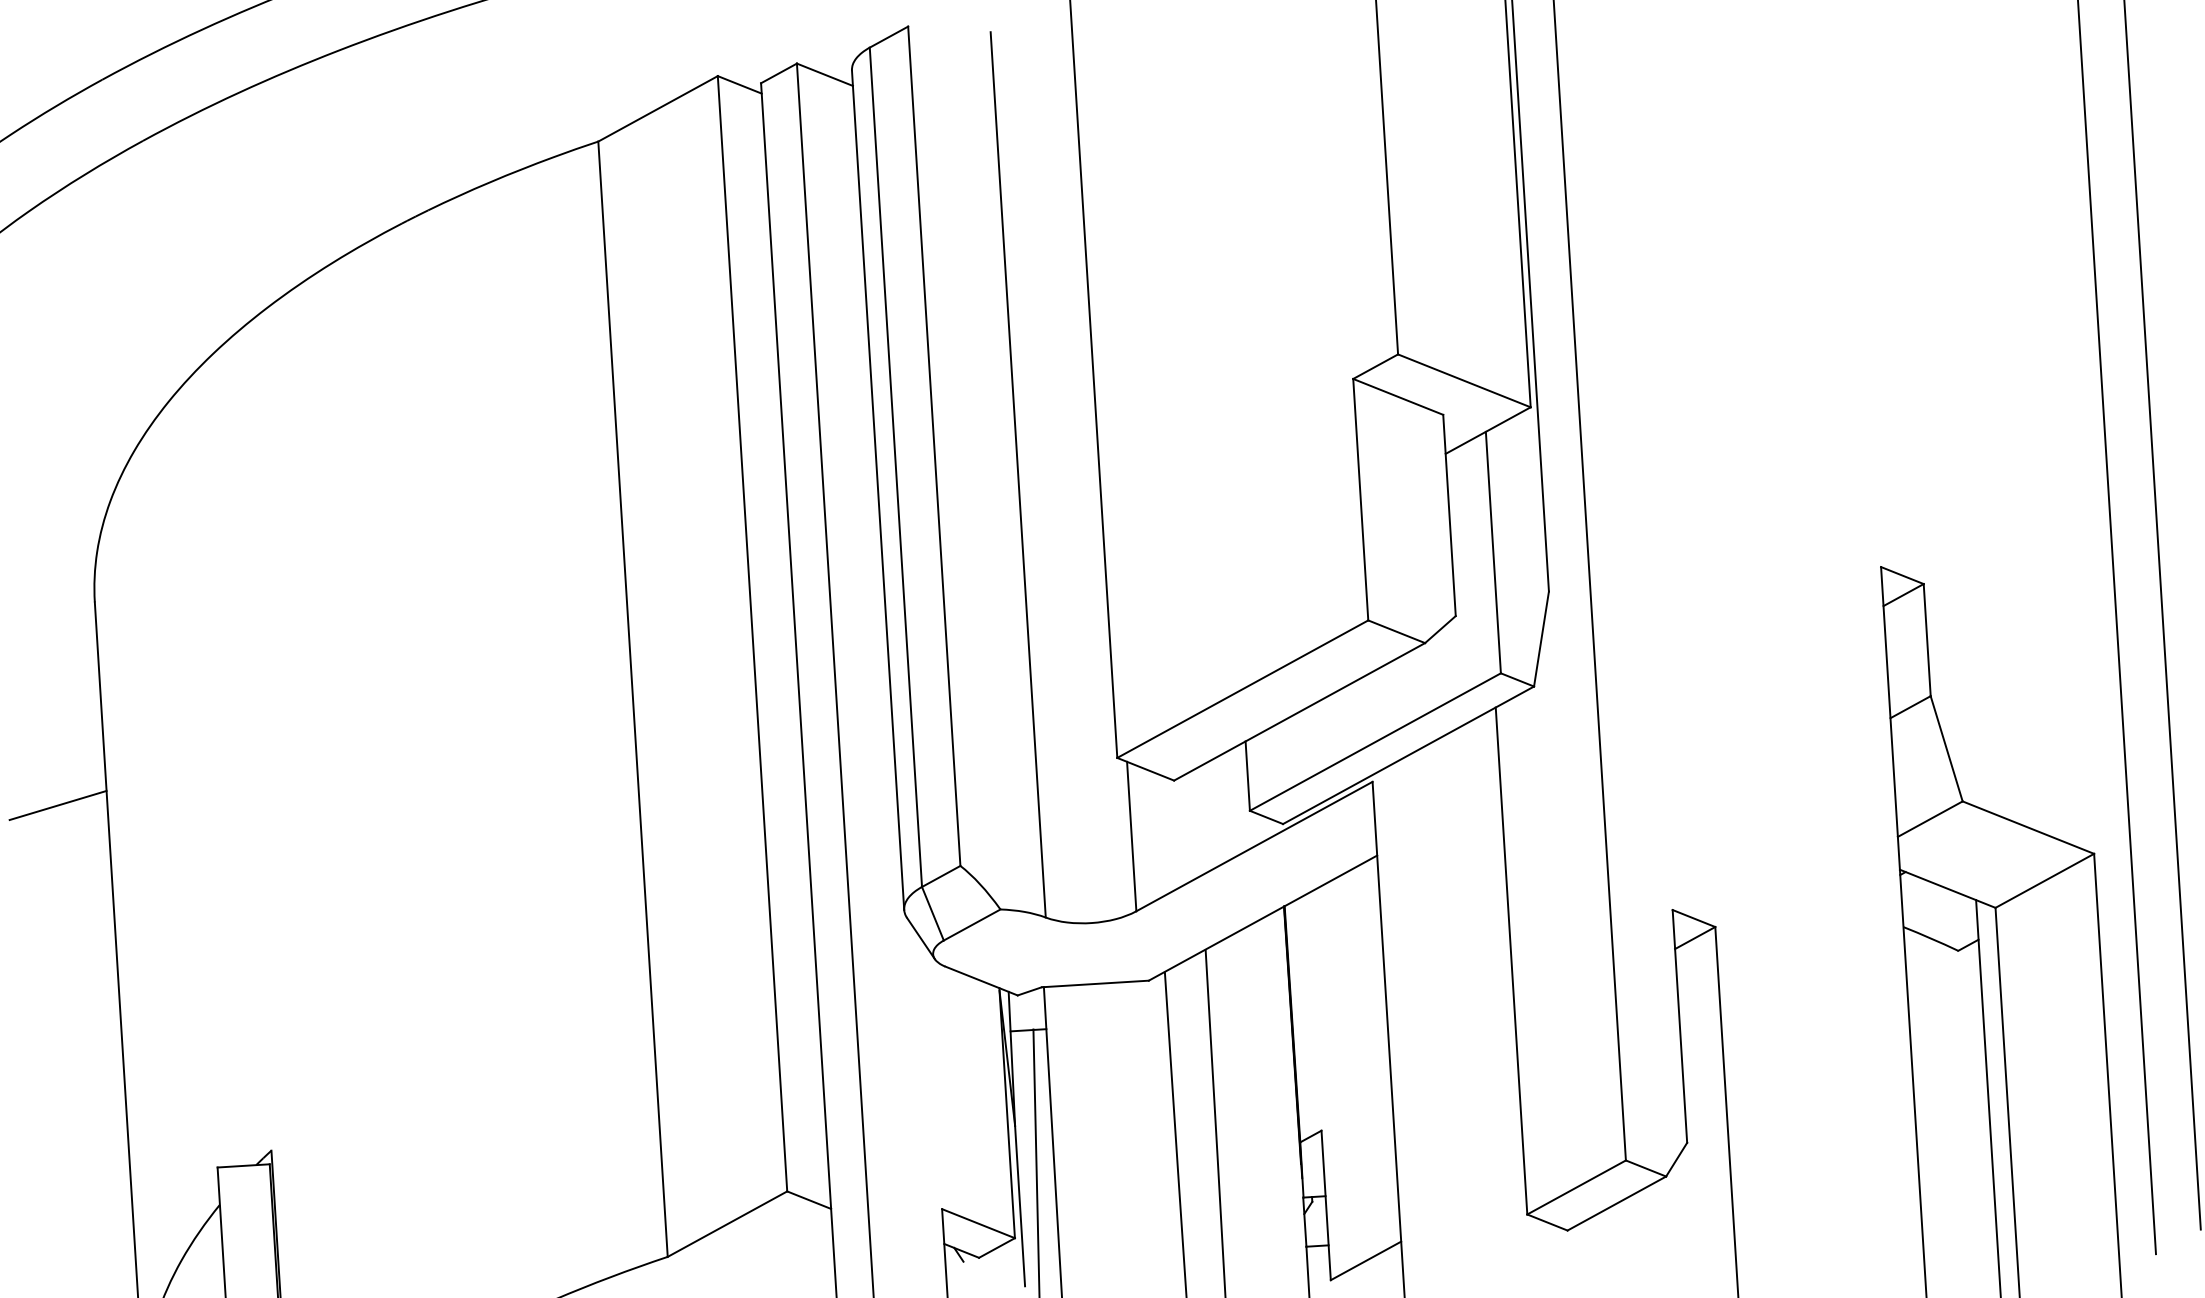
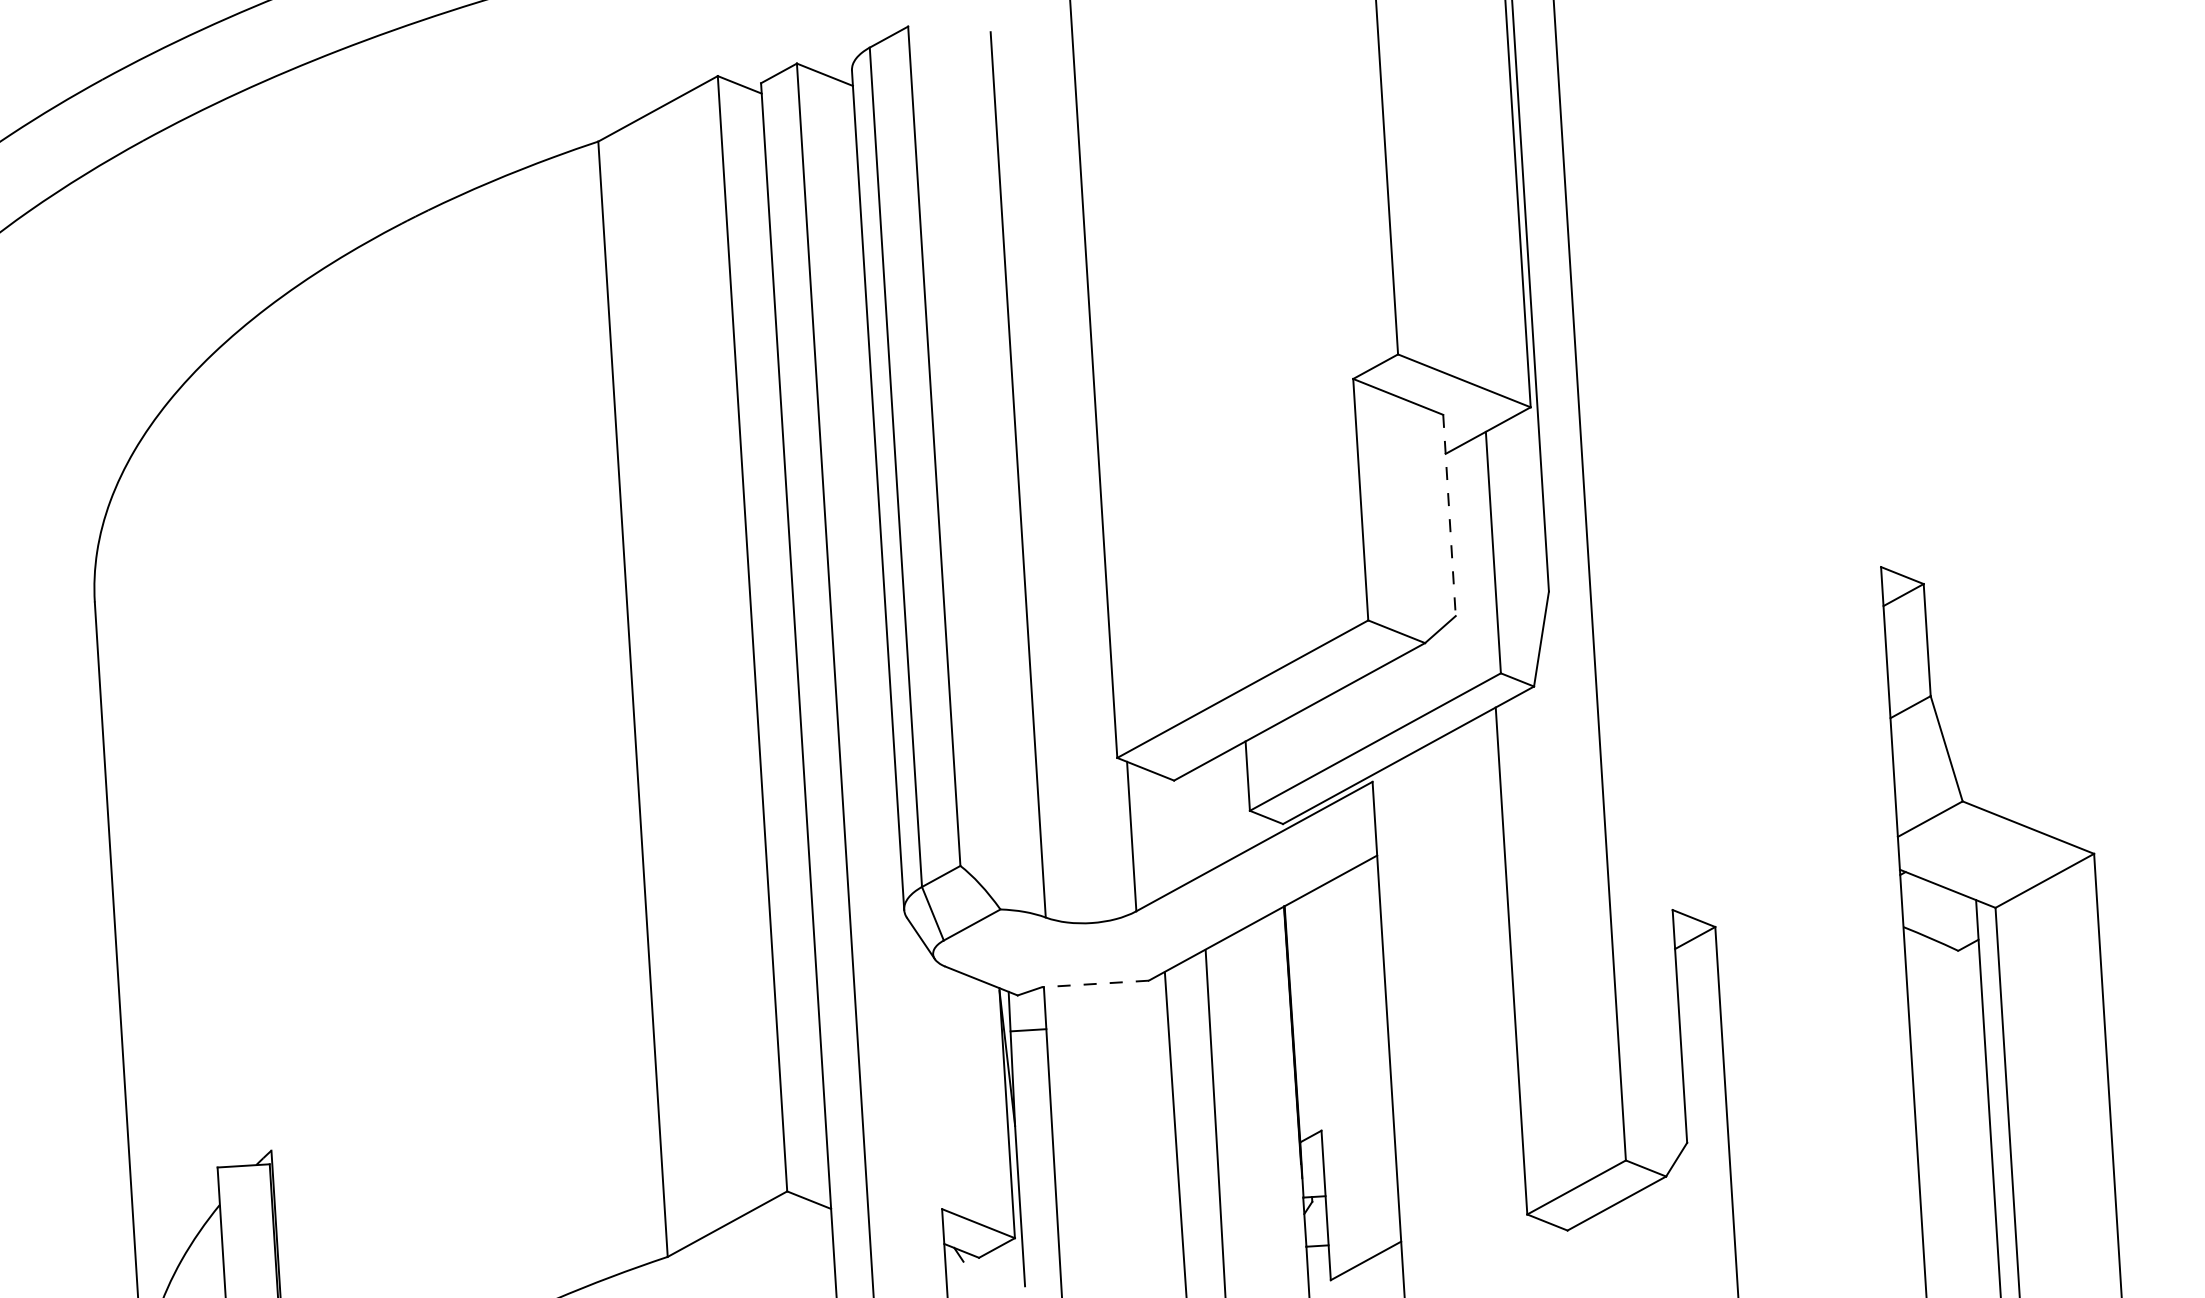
line at (1449, 515): solid -> dashed
line at (2162, 615): present -> none
line at (2116, 628): present -> none
line at (57, 805): present -> none
line at (1095, 983): solid -> dashed
line at (1036, 1161): present -> none
